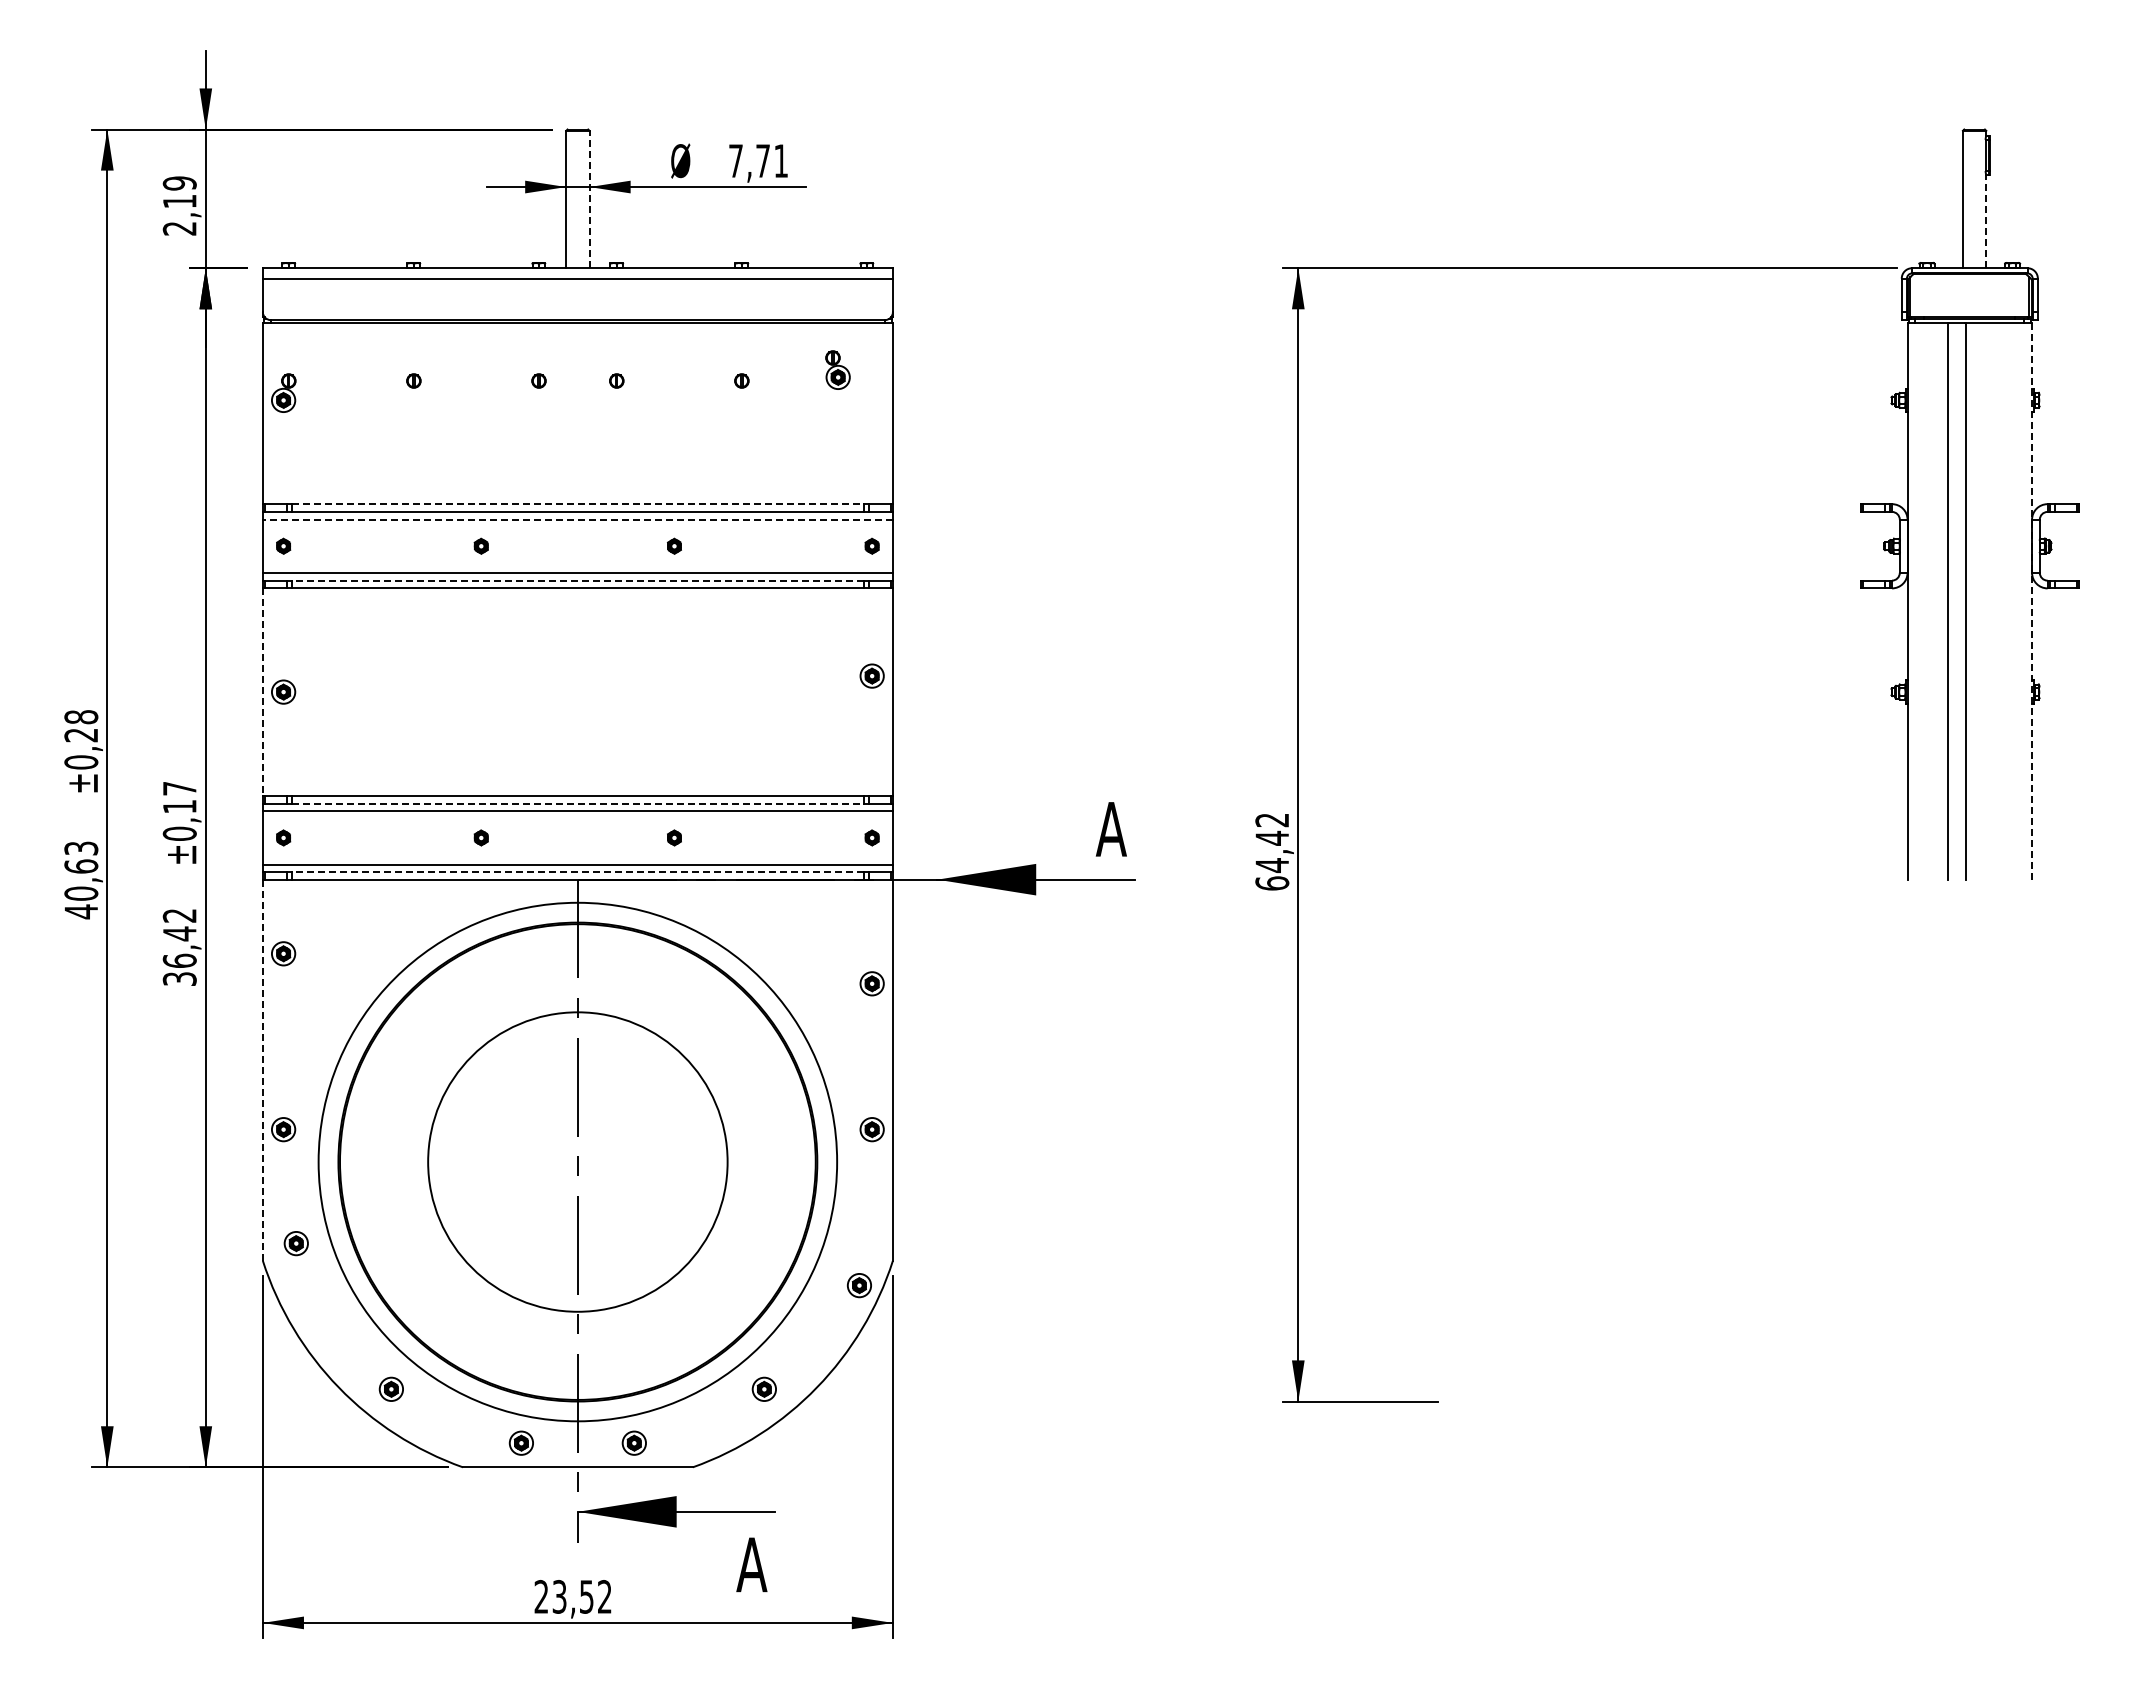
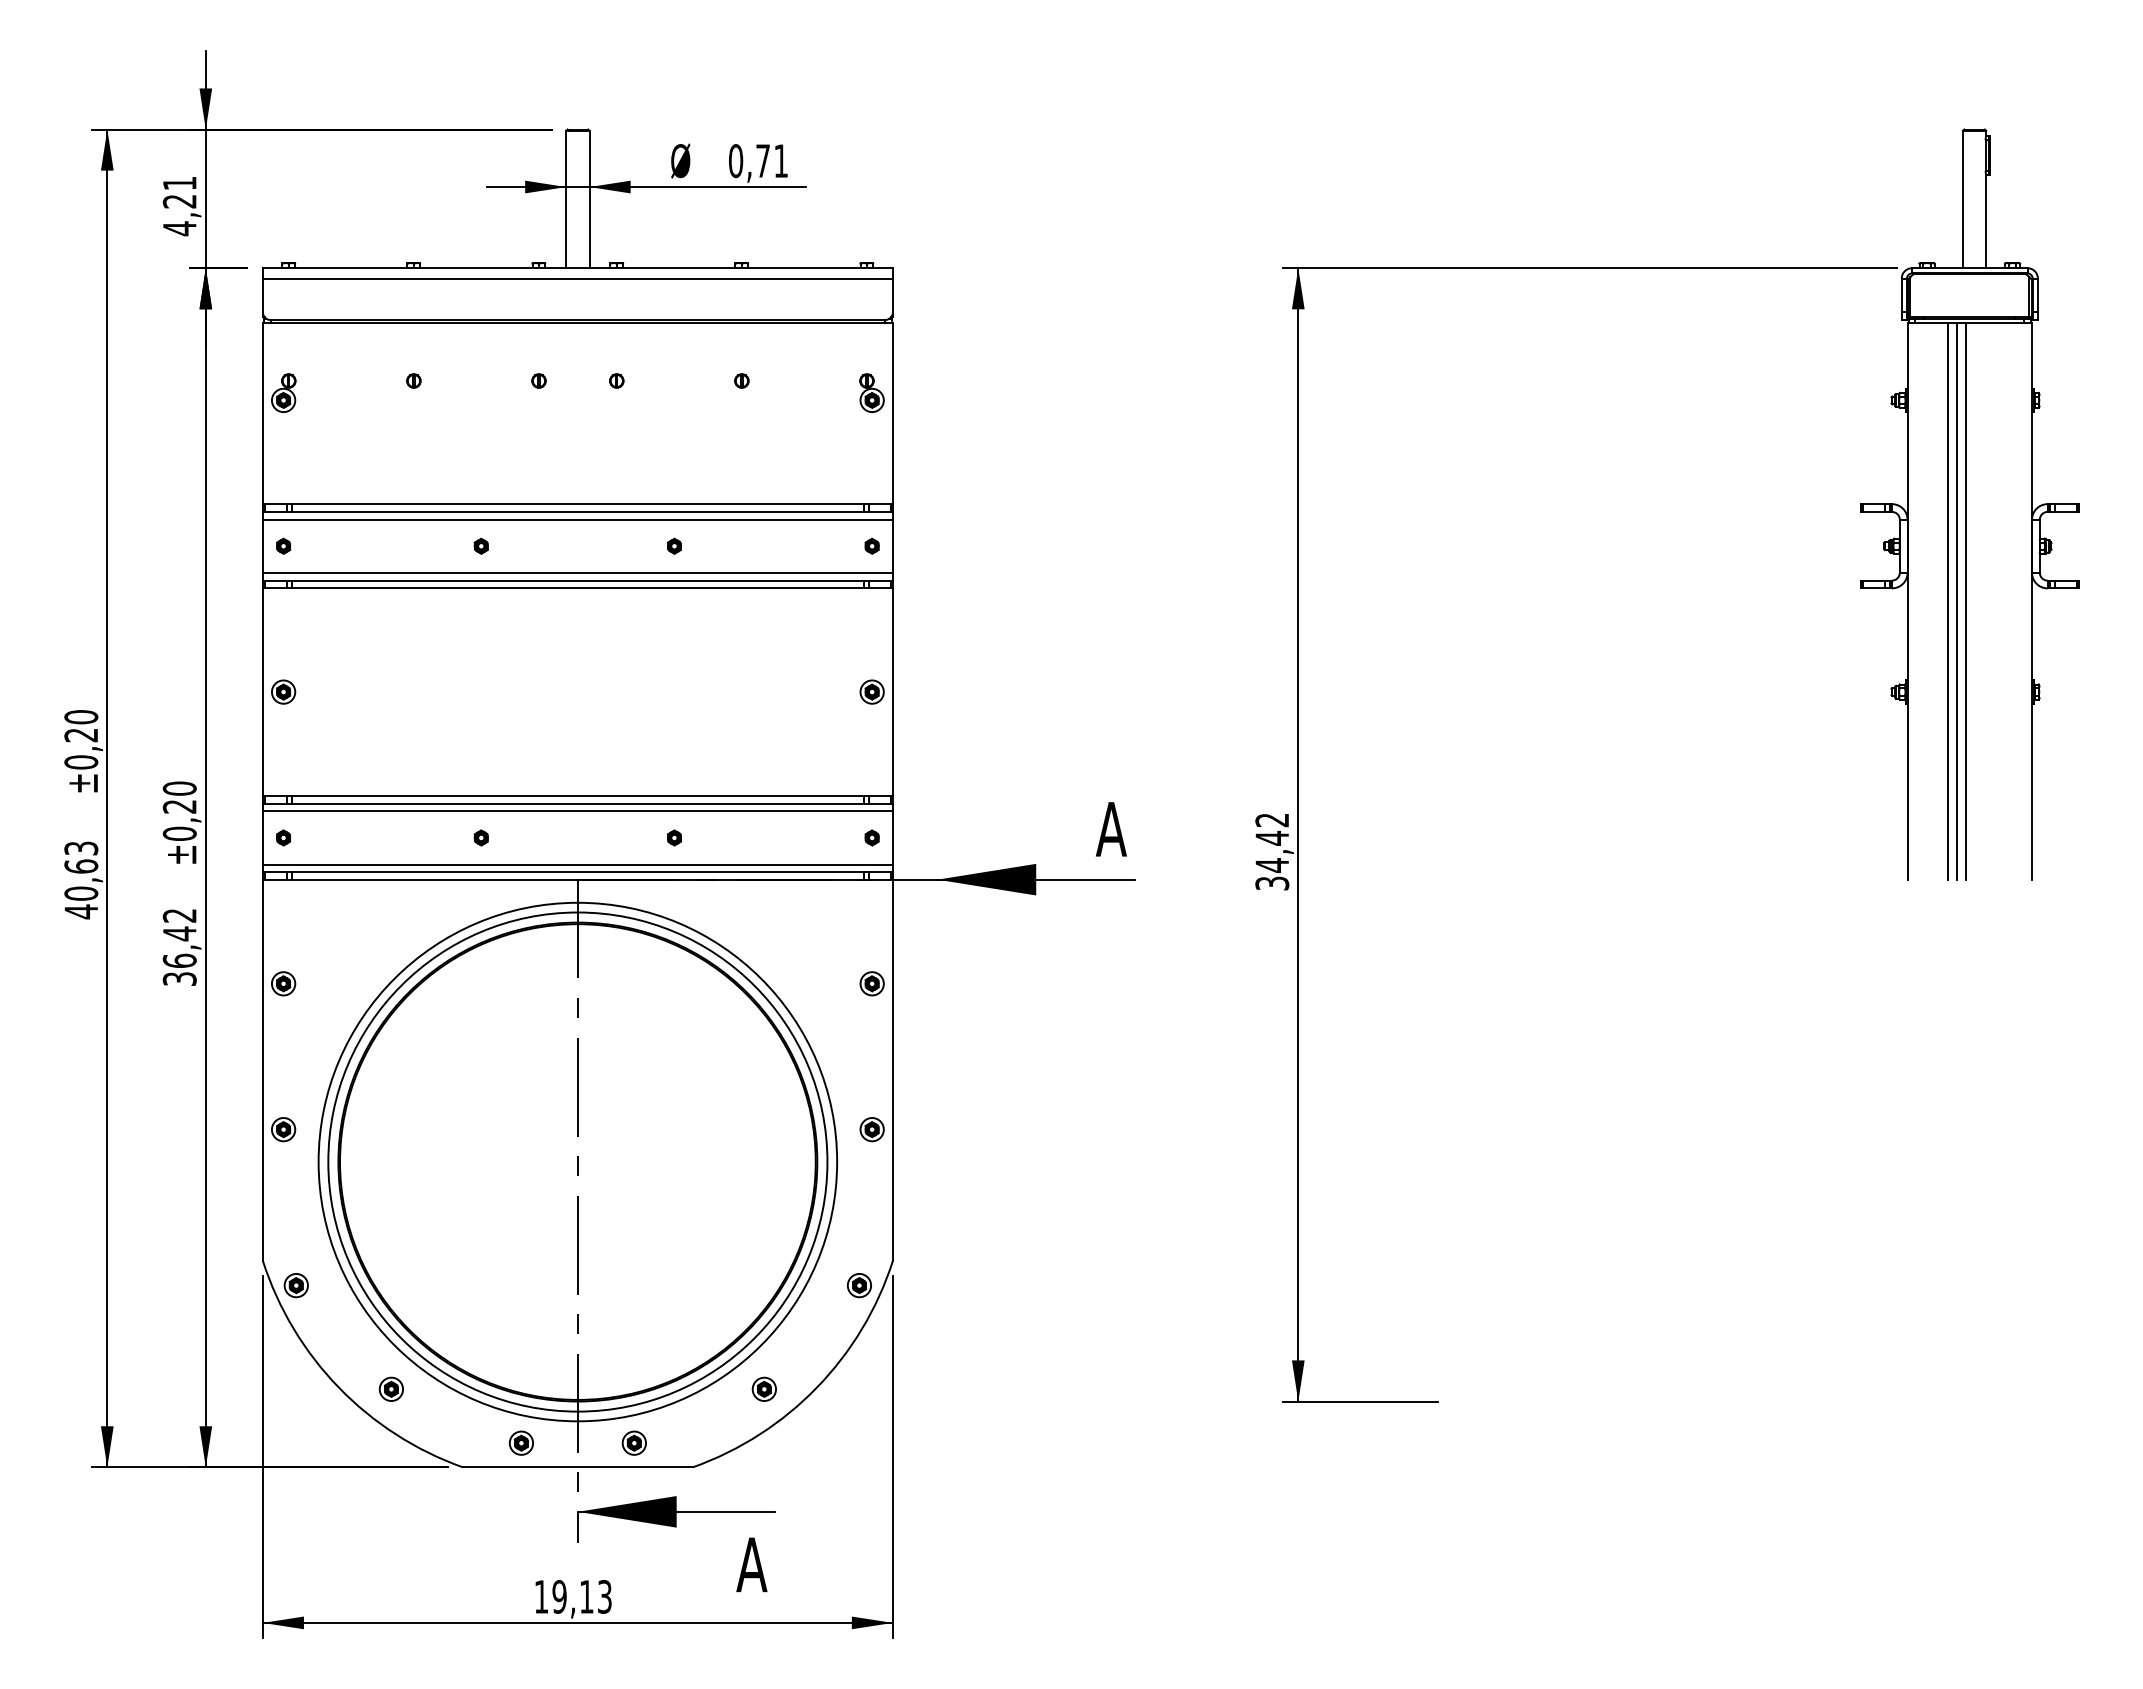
text at (736, 161): 7,71 -> 0,71
line at (589, 199): dashed -> solid
text at (179, 206): 2,19 -> 4,21
line at (1986, 221): dashed -> solid
part at (837, 369) position: (837, 369) -> (871, 392)
line at (578, 504): dashed -> solid
line at (577, 519): dashed -> solid
line at (577, 580): dashed -> solid
line at (1956, 600): none -> present
line at (2032, 601): dashed -> solid
part at (871, 675) position: (871, 675) -> (871, 691)
line at (262, 692): dashed -> solid
text at (81, 717): ±0,28 -> ±0,20
text at (179, 797): ±0,17 -> ±0,20
line at (578, 803): dashed -> solid
line at (577, 872): dashed -> solid
text at (1272, 883): 64,42 -> 34,42
part at (283, 953) position: (283, 953) -> (283, 983)
line at (262, 1070): dashed -> solid
circle at (577, 1161) diameter: 299 px -> 499 px
part at (295, 1243) position: (295, 1243) -> (295, 1285)
text at (572, 1596): 23,52 -> 19,13
